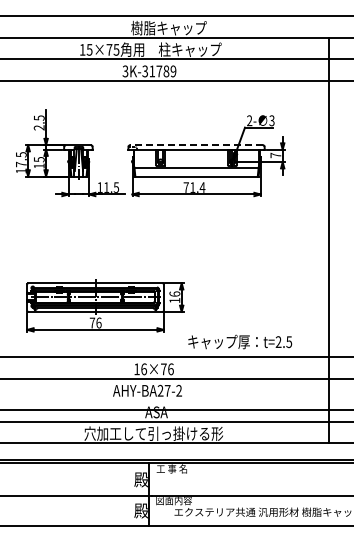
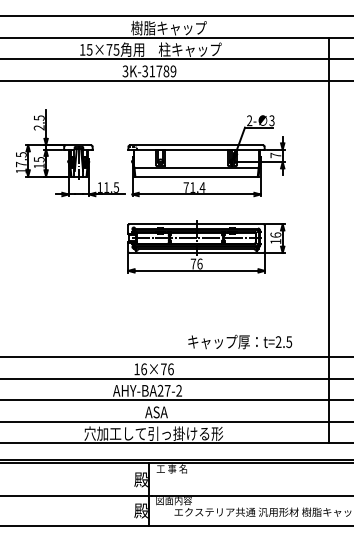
line at (196, 145): dashed -> solid
part at (105, 305) position: (105, 305) -> (206, 246)
line at (176, 410) position: (176, 410) -> (176, 400)
